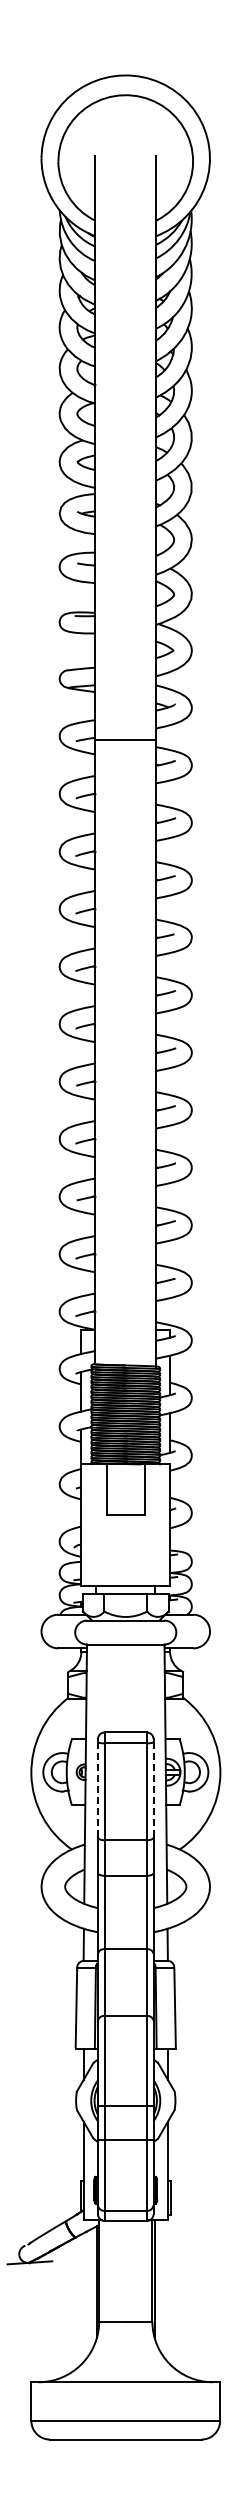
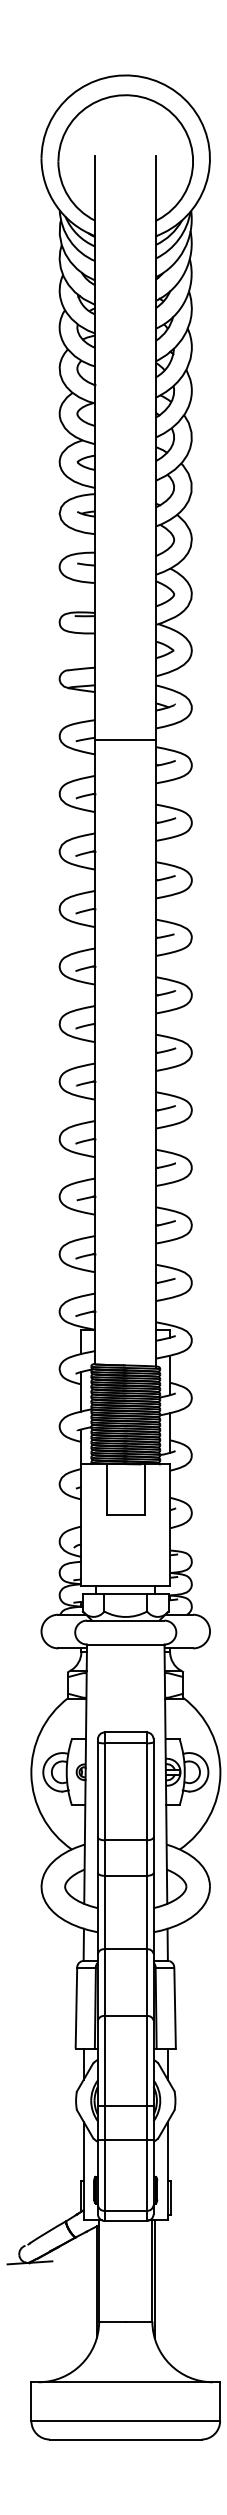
line at (97, 1789): dashed -> solid
line at (153, 1789): dashed -> solid
